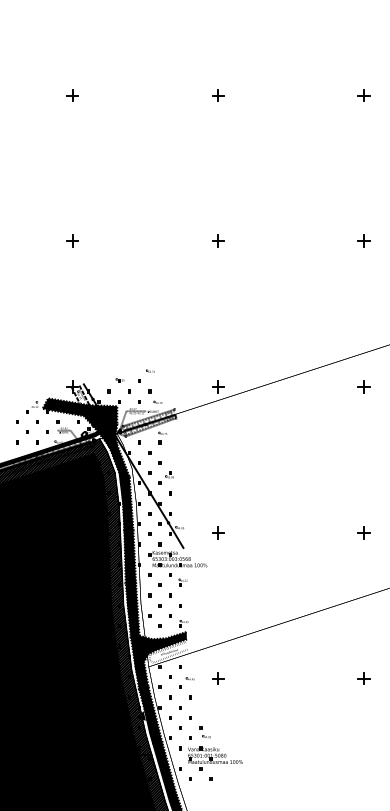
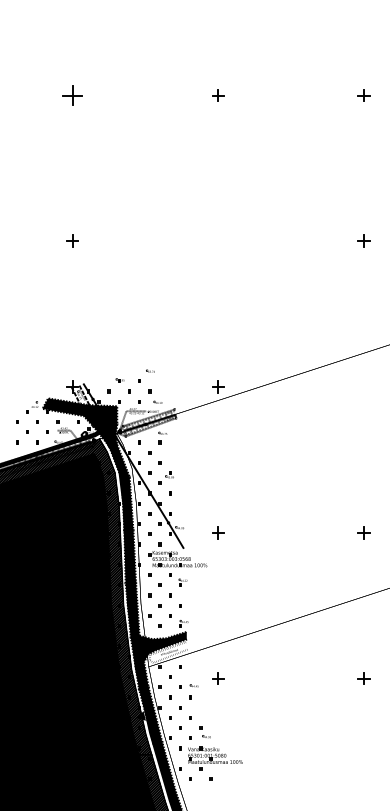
part at (72, 95) size: 13x13 px -> 21x21 px
part at (218, 240): present -> none
part at (363, 386): present -> none
part at (189, 678) position: (189, 678) -> (193, 685)
